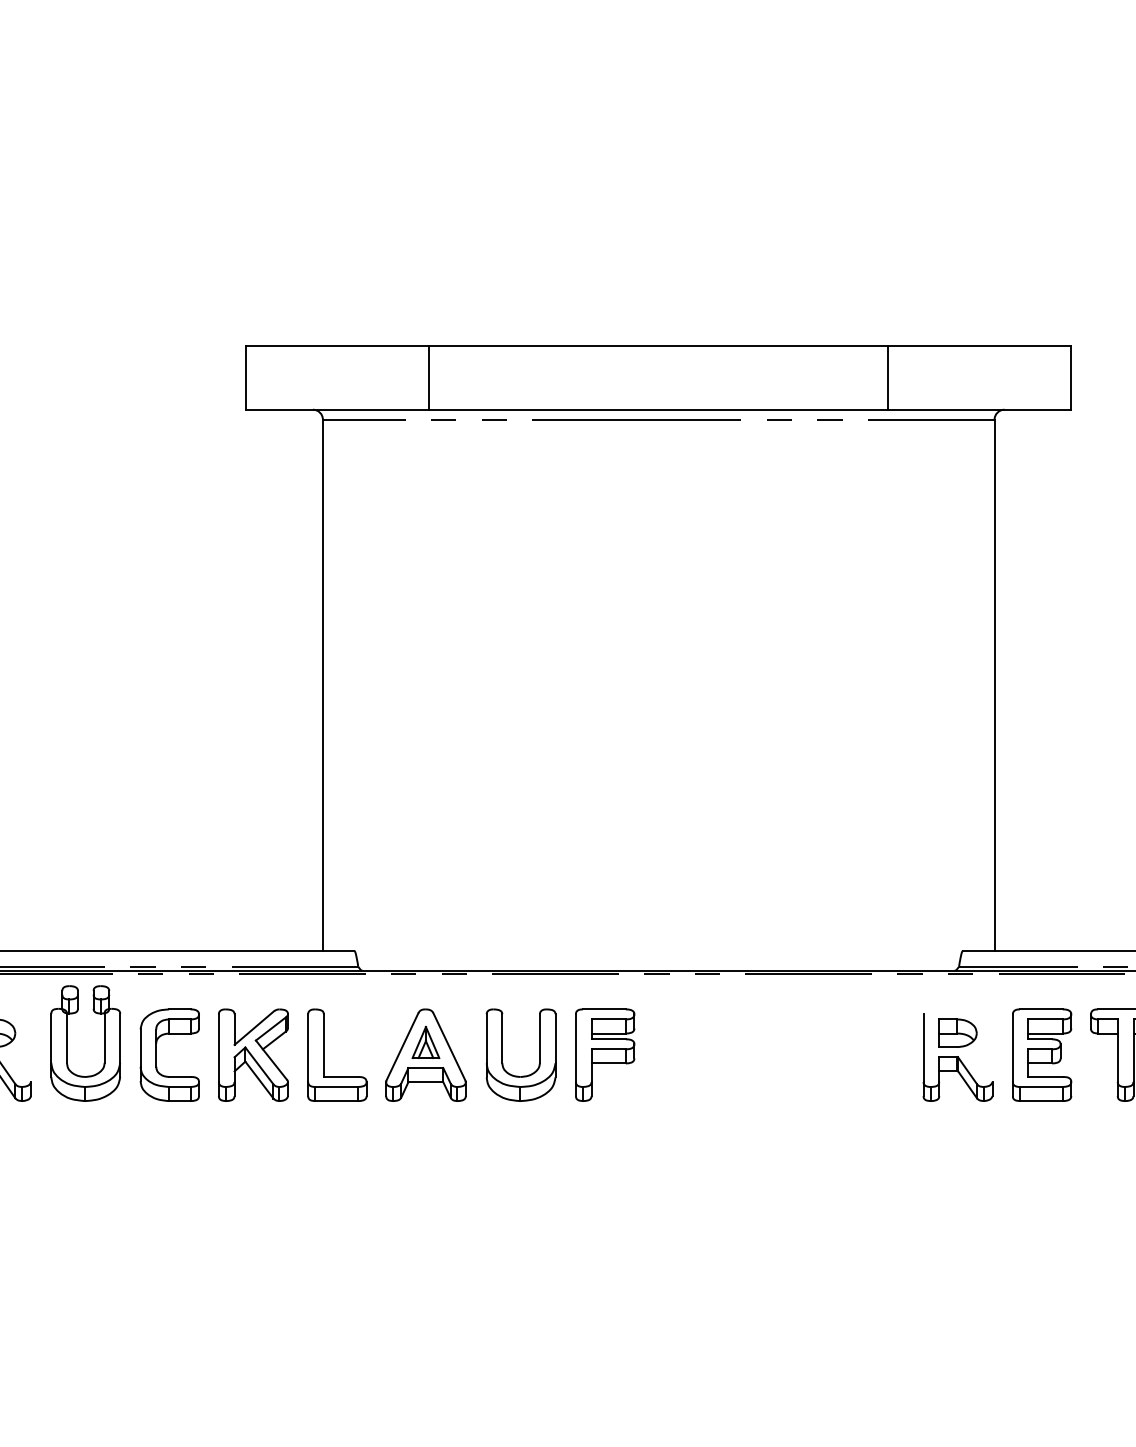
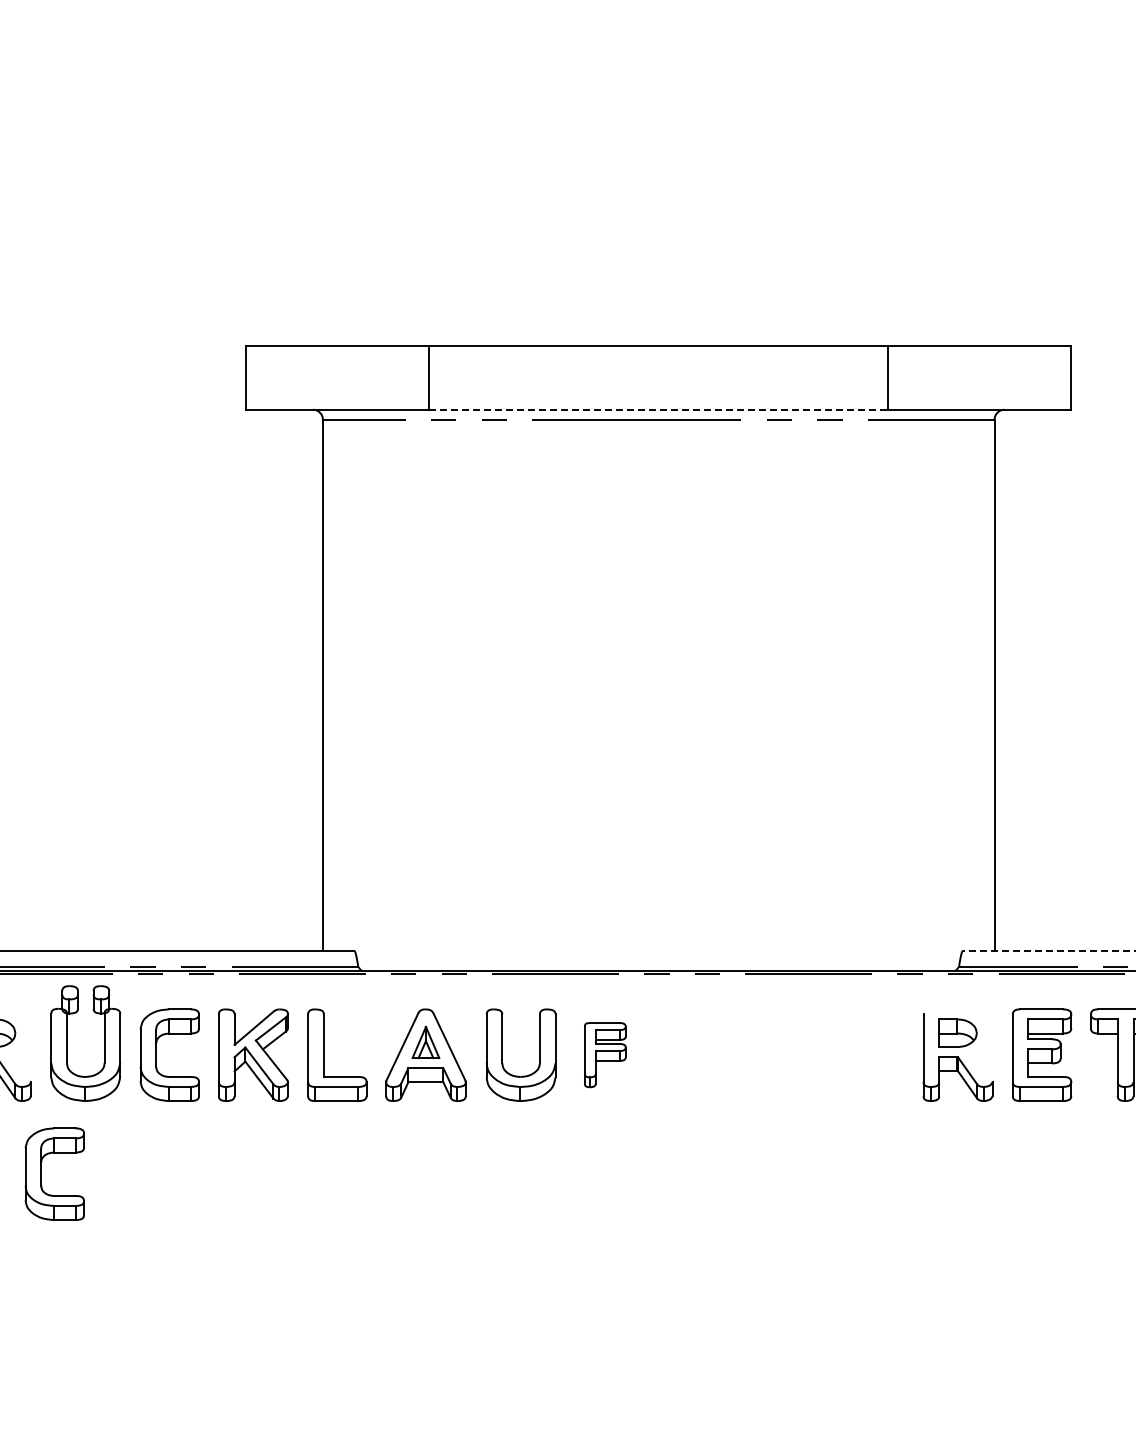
line at (658, 409): solid -> dashed
line at (1049, 950): solid -> dashed
part at (605, 1054) size: 61x94 px -> 43x67 px
part at (41, 1173): none -> present
